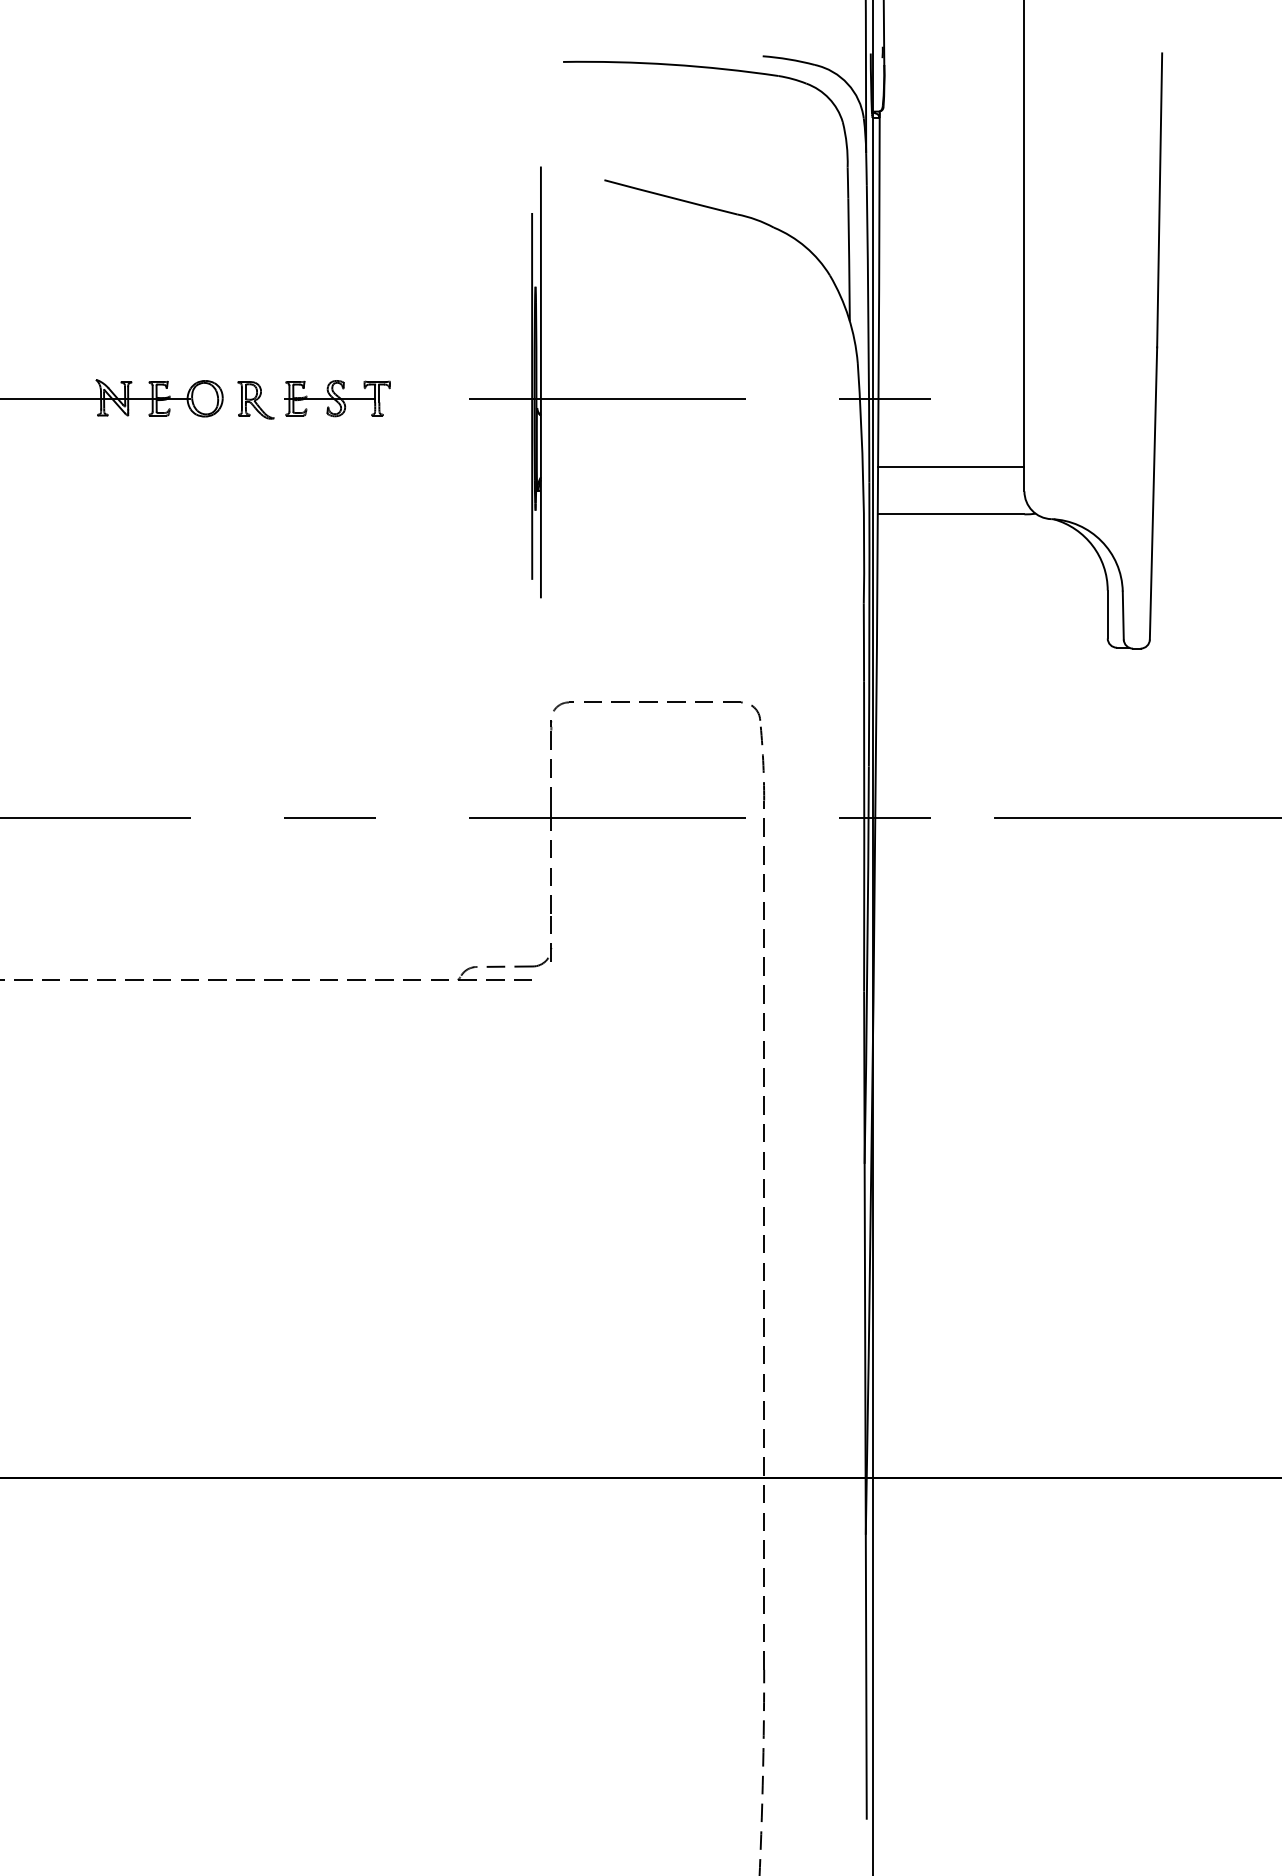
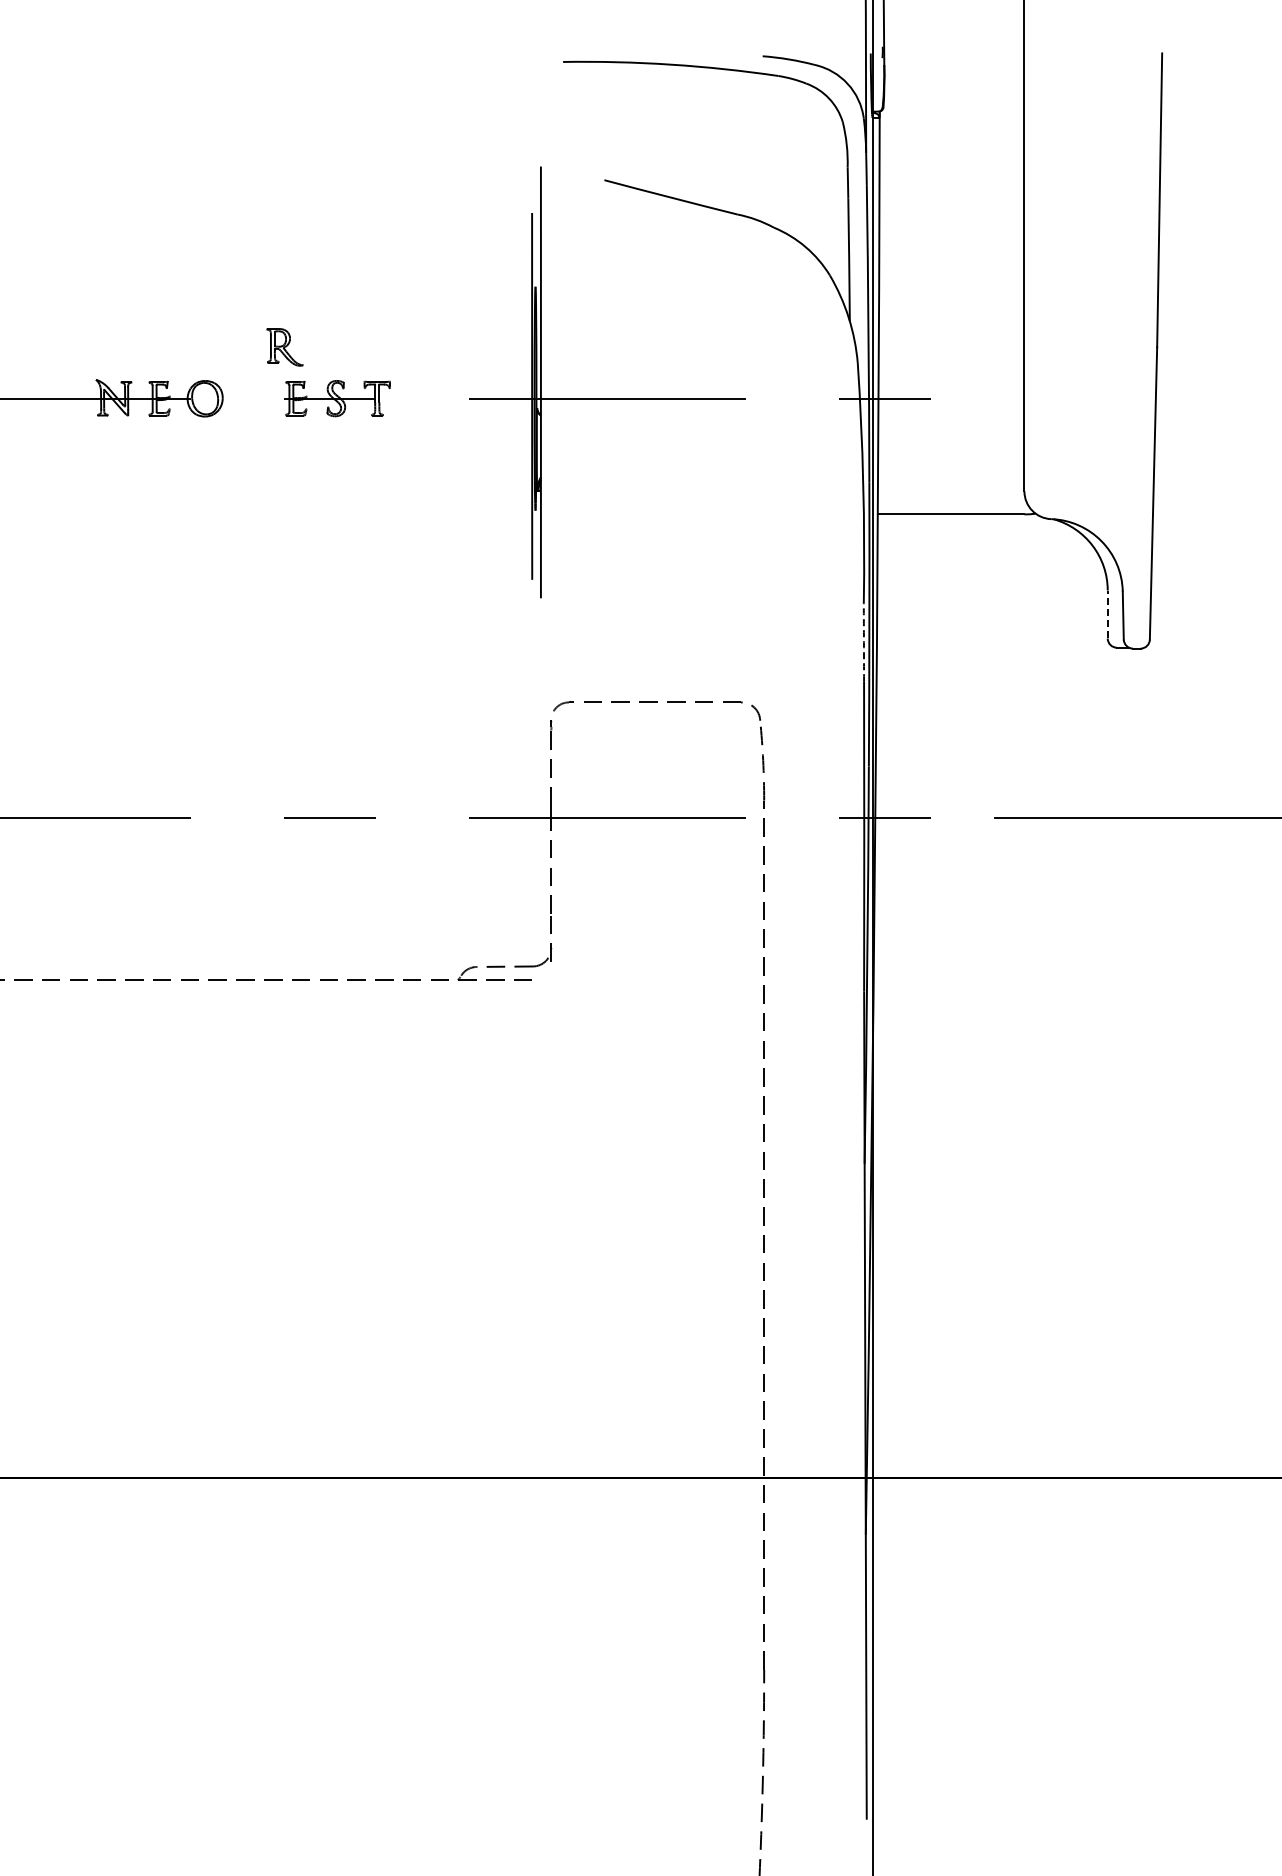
part at (255, 400) position: (255, 400) -> (284, 347)
line at (951, 467): present -> none
line at (1107, 614): solid -> dashed
arc at (863, 642): solid -> dashed
